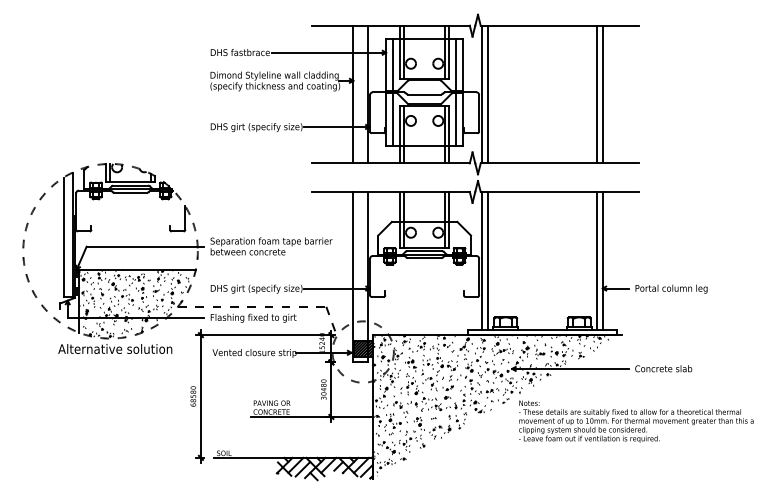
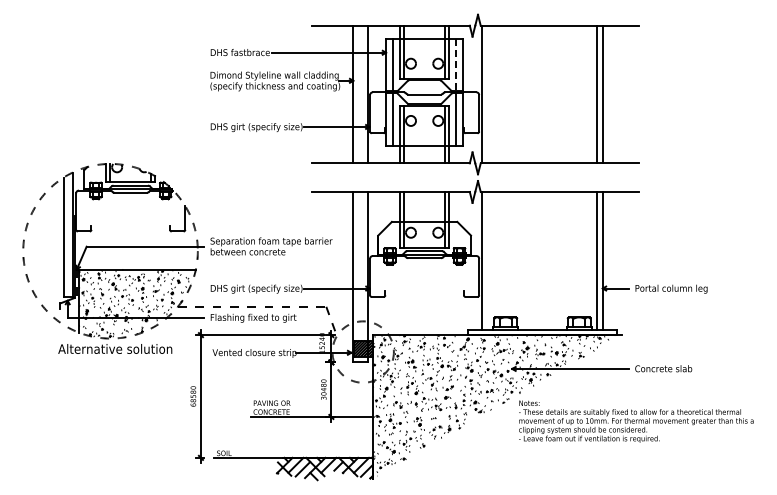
line at (456, 65): solid -> dashed
line at (487, 94): present -> none
line at (487, 260): present -> none
